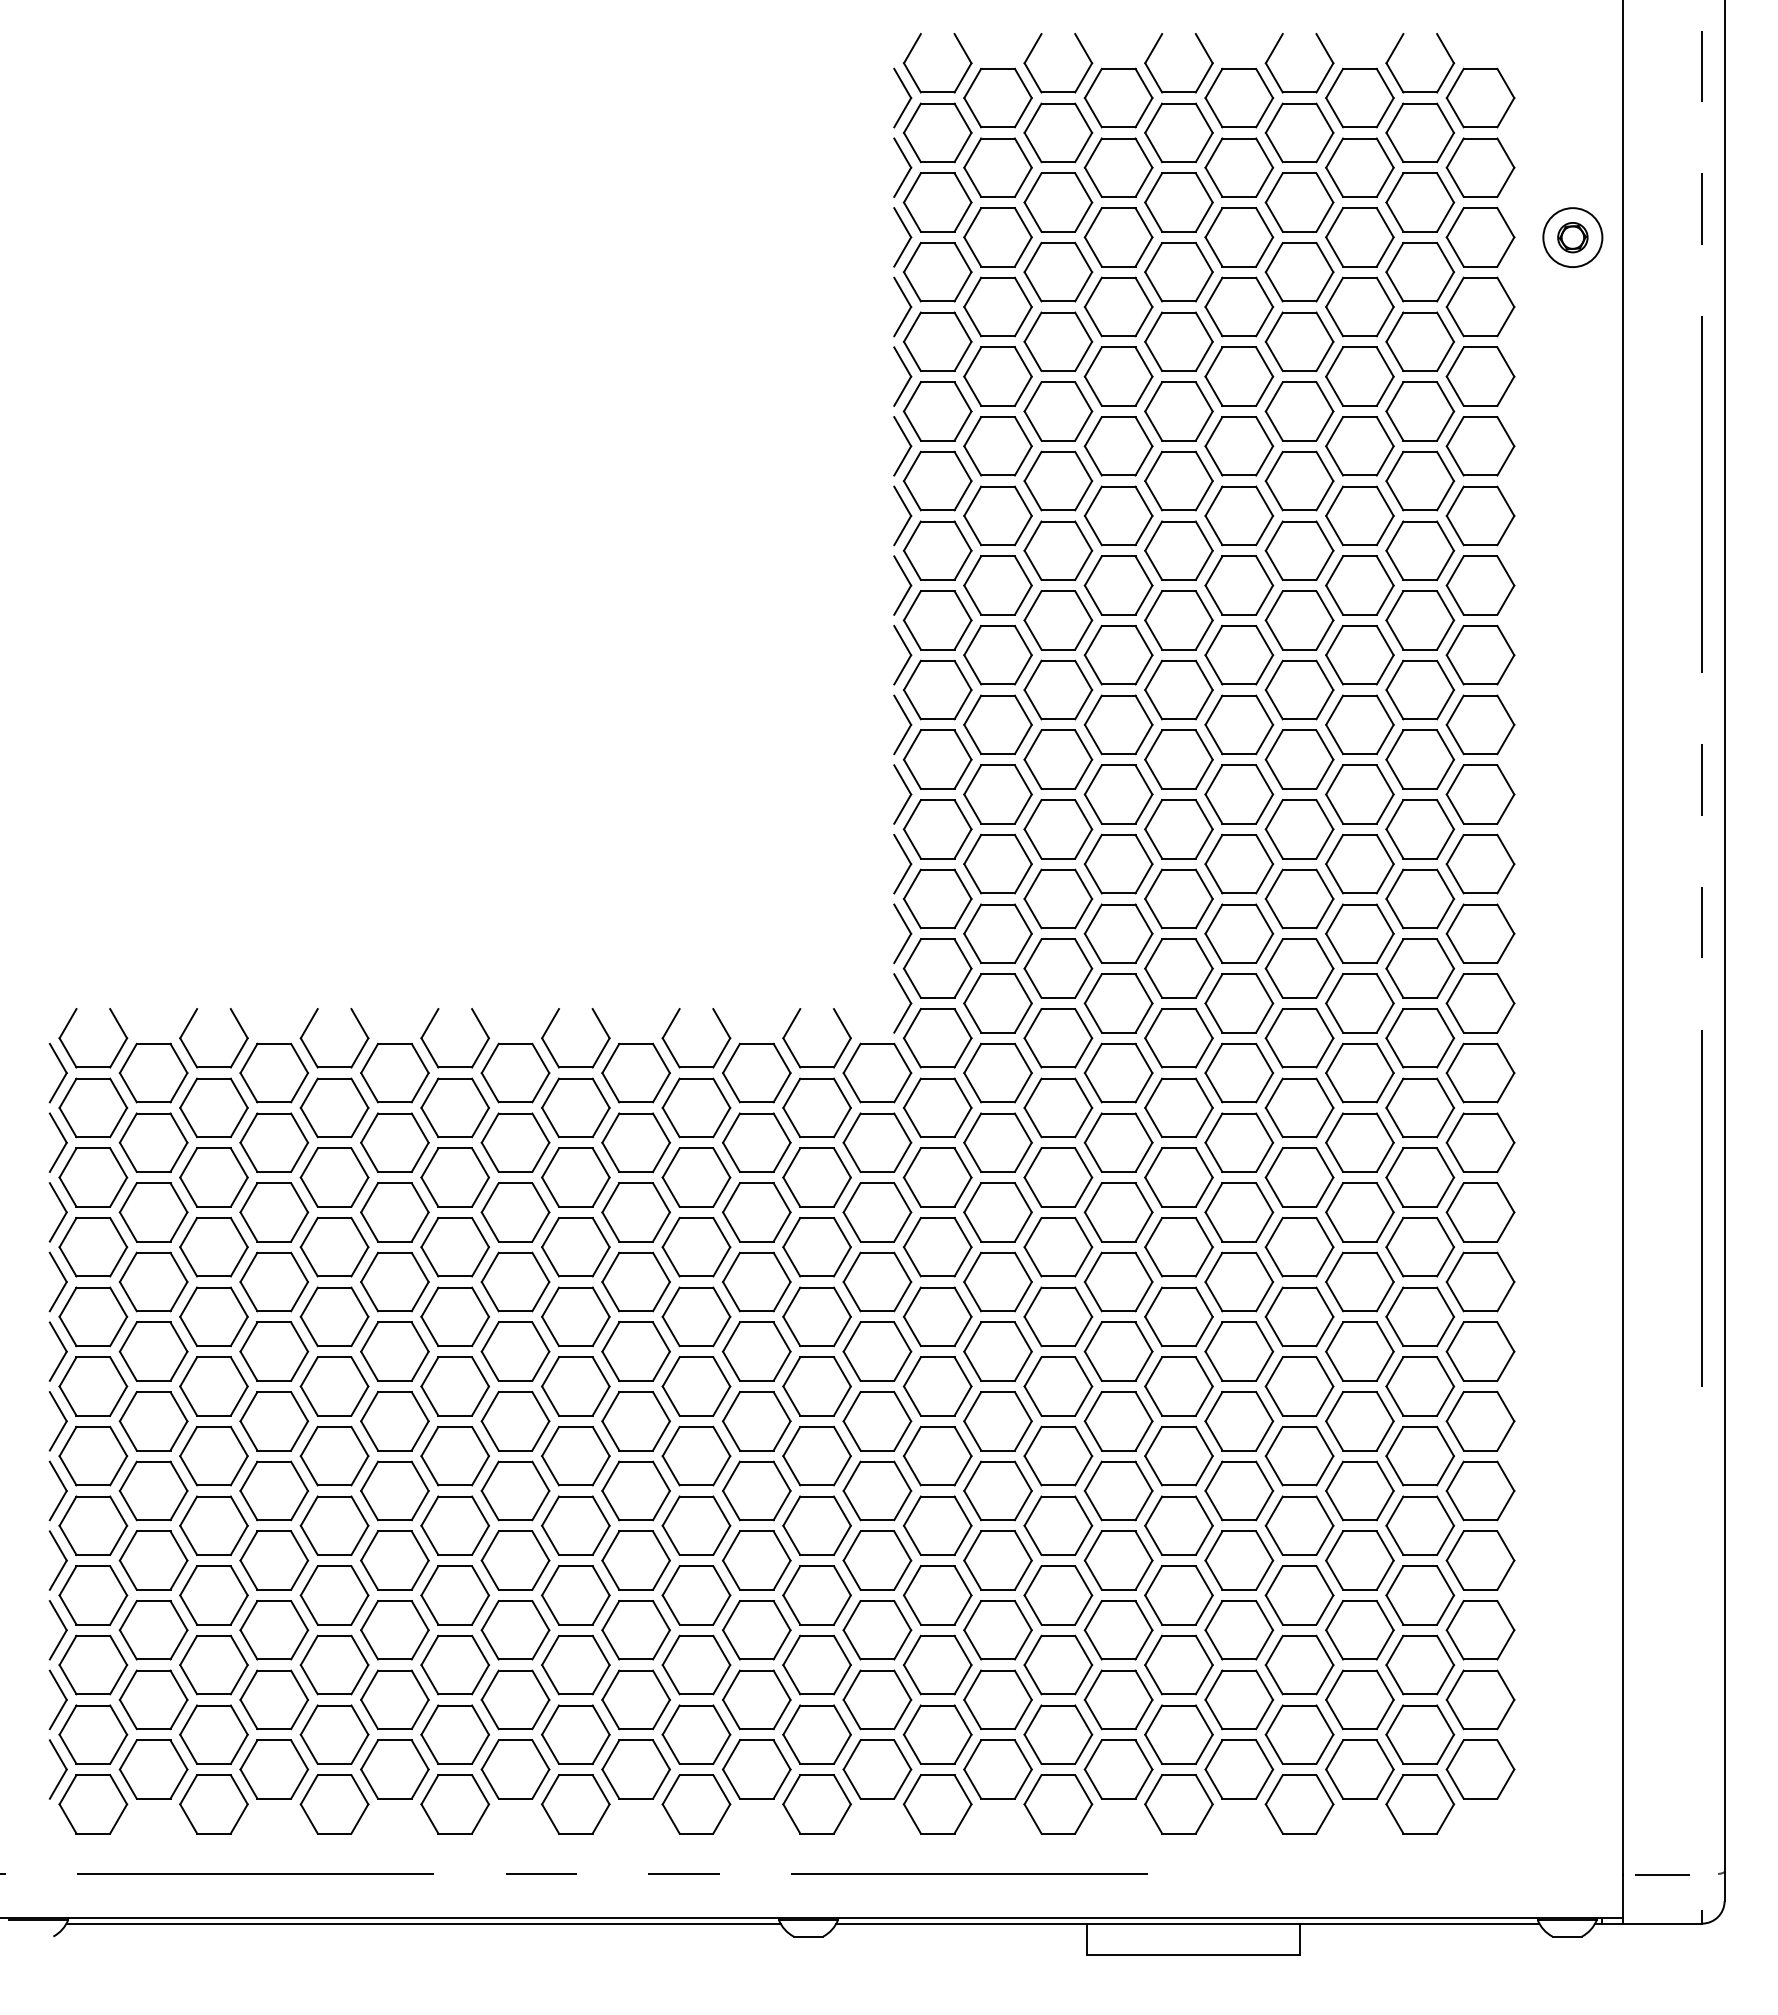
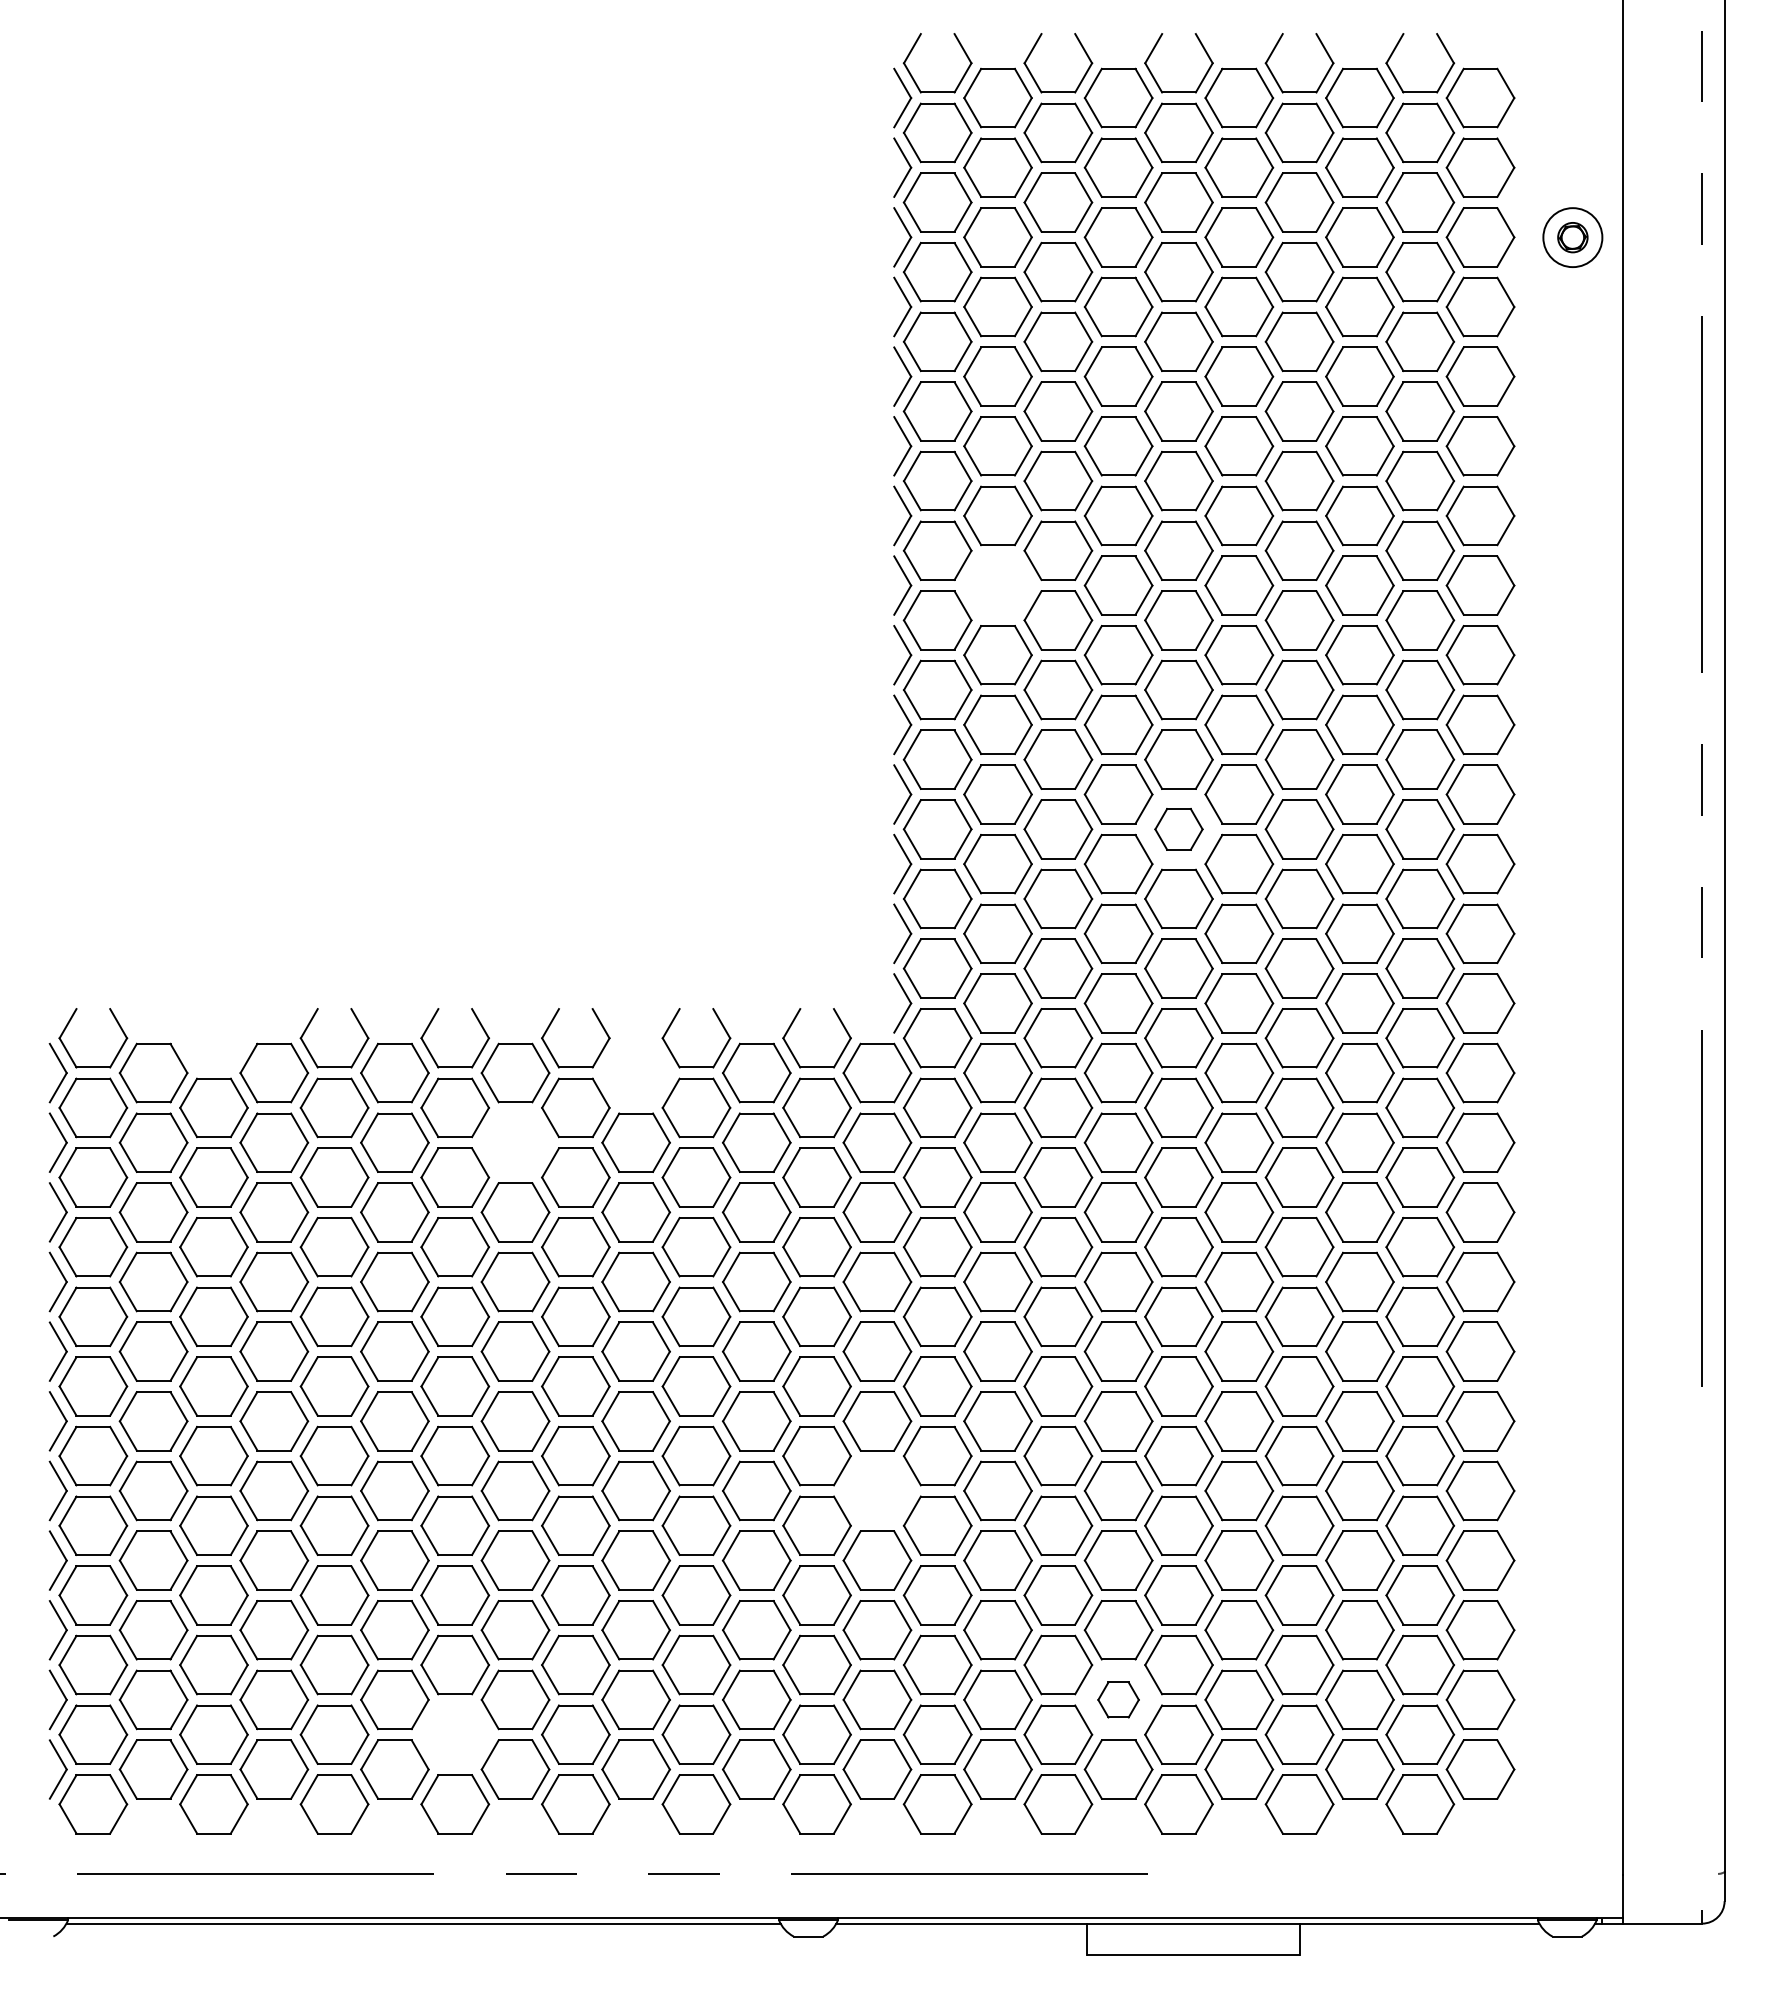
part at (997, 585): present -> none
part at (1178, 829) size: 70x61 px -> 50x43 px
part at (190, 1053): present -> none
part at (635, 1072): present -> none
part at (515, 1142): present -> none
part at (877, 1490): present -> none
part at (1118, 1699) size: 71x62 px -> 43x38 px
part at (455, 1734): present -> none
line at (1662, 1874): present -> none
